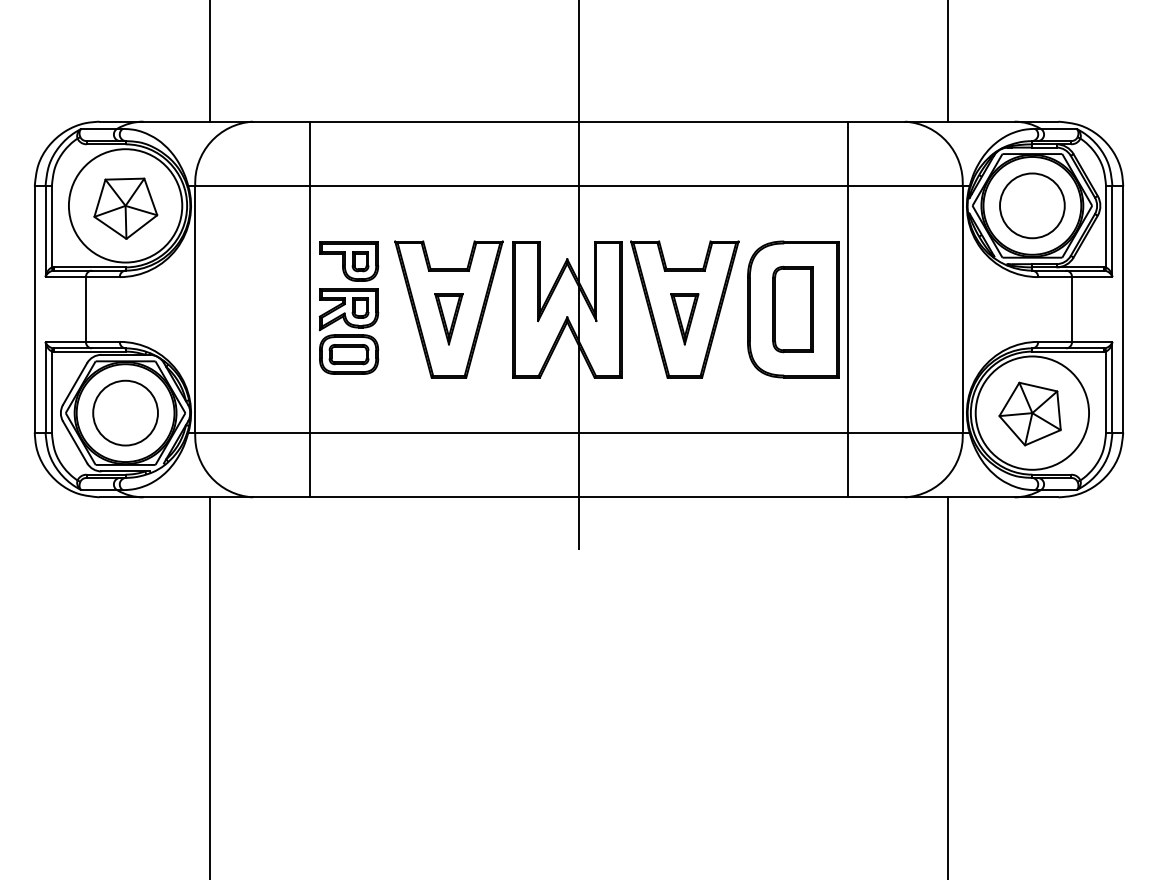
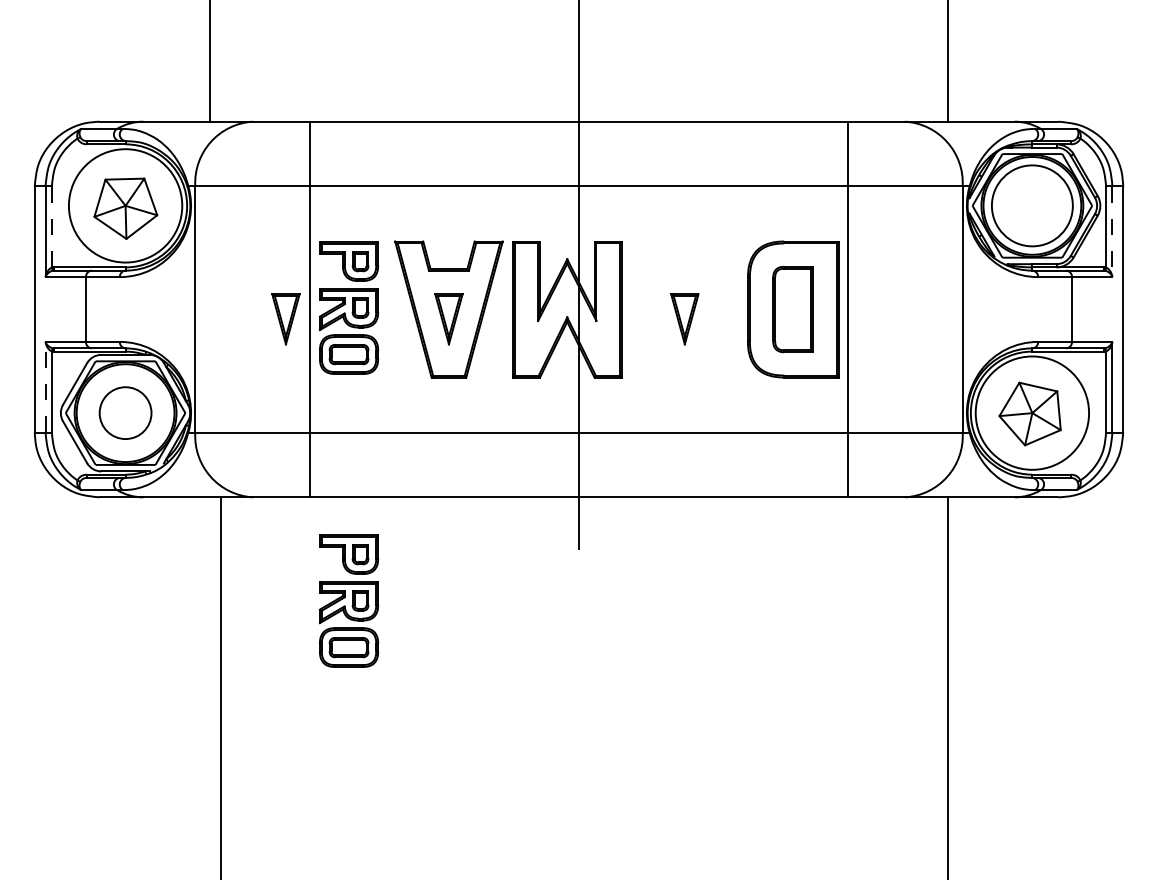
circle at (1032, 205) diameter: 65 px -> 81 px
line at (51, 227): solid -> dashed
line at (1112, 232): solid -> dashed
part at (684, 309): present -> none
part at (285, 319): none -> present
line at (45, 386): solid -> dashed
circle at (125, 412) diameter: 65 px -> 52 px
part at (348, 600): none -> present
line at (209, 686) position: (209, 686) -> (220, 686)
